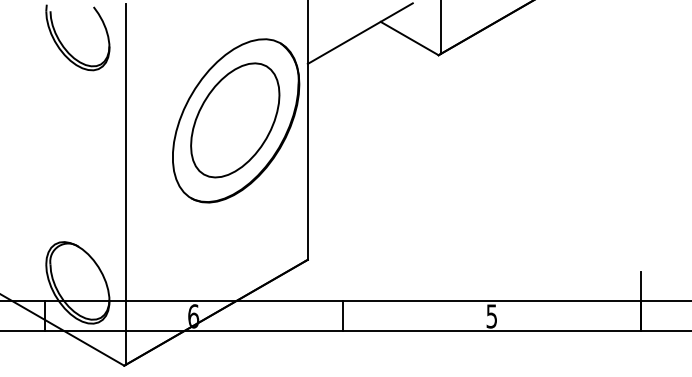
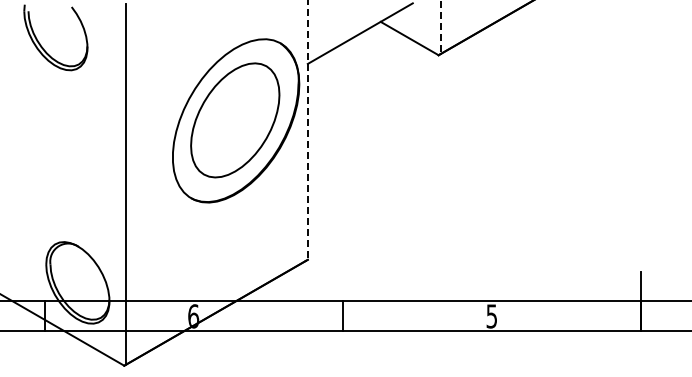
line at (440, 27): solid -> dashed
part at (65, 47) position: (65, 47) -> (43, 47)
line at (307, 129): solid -> dashed
